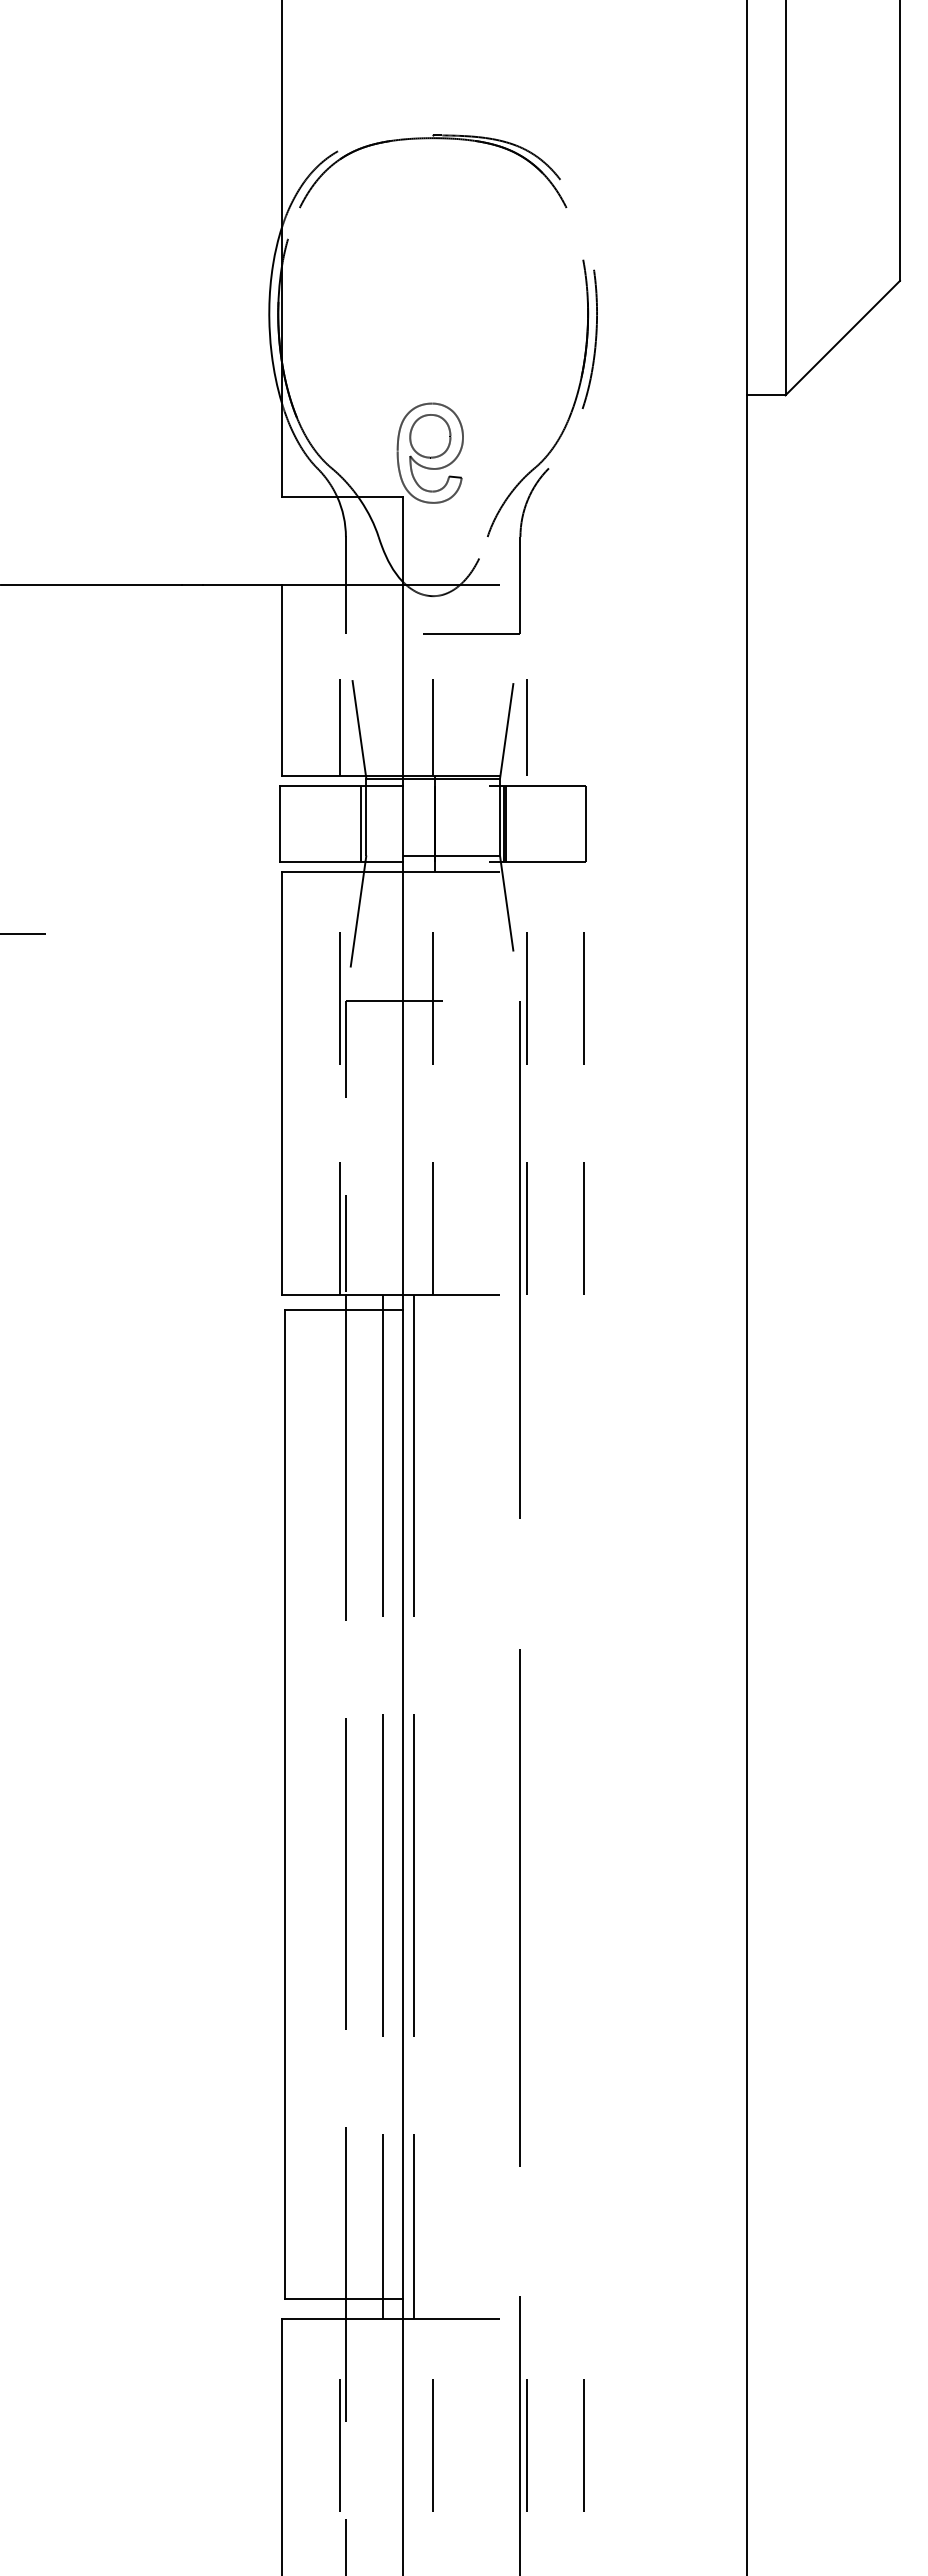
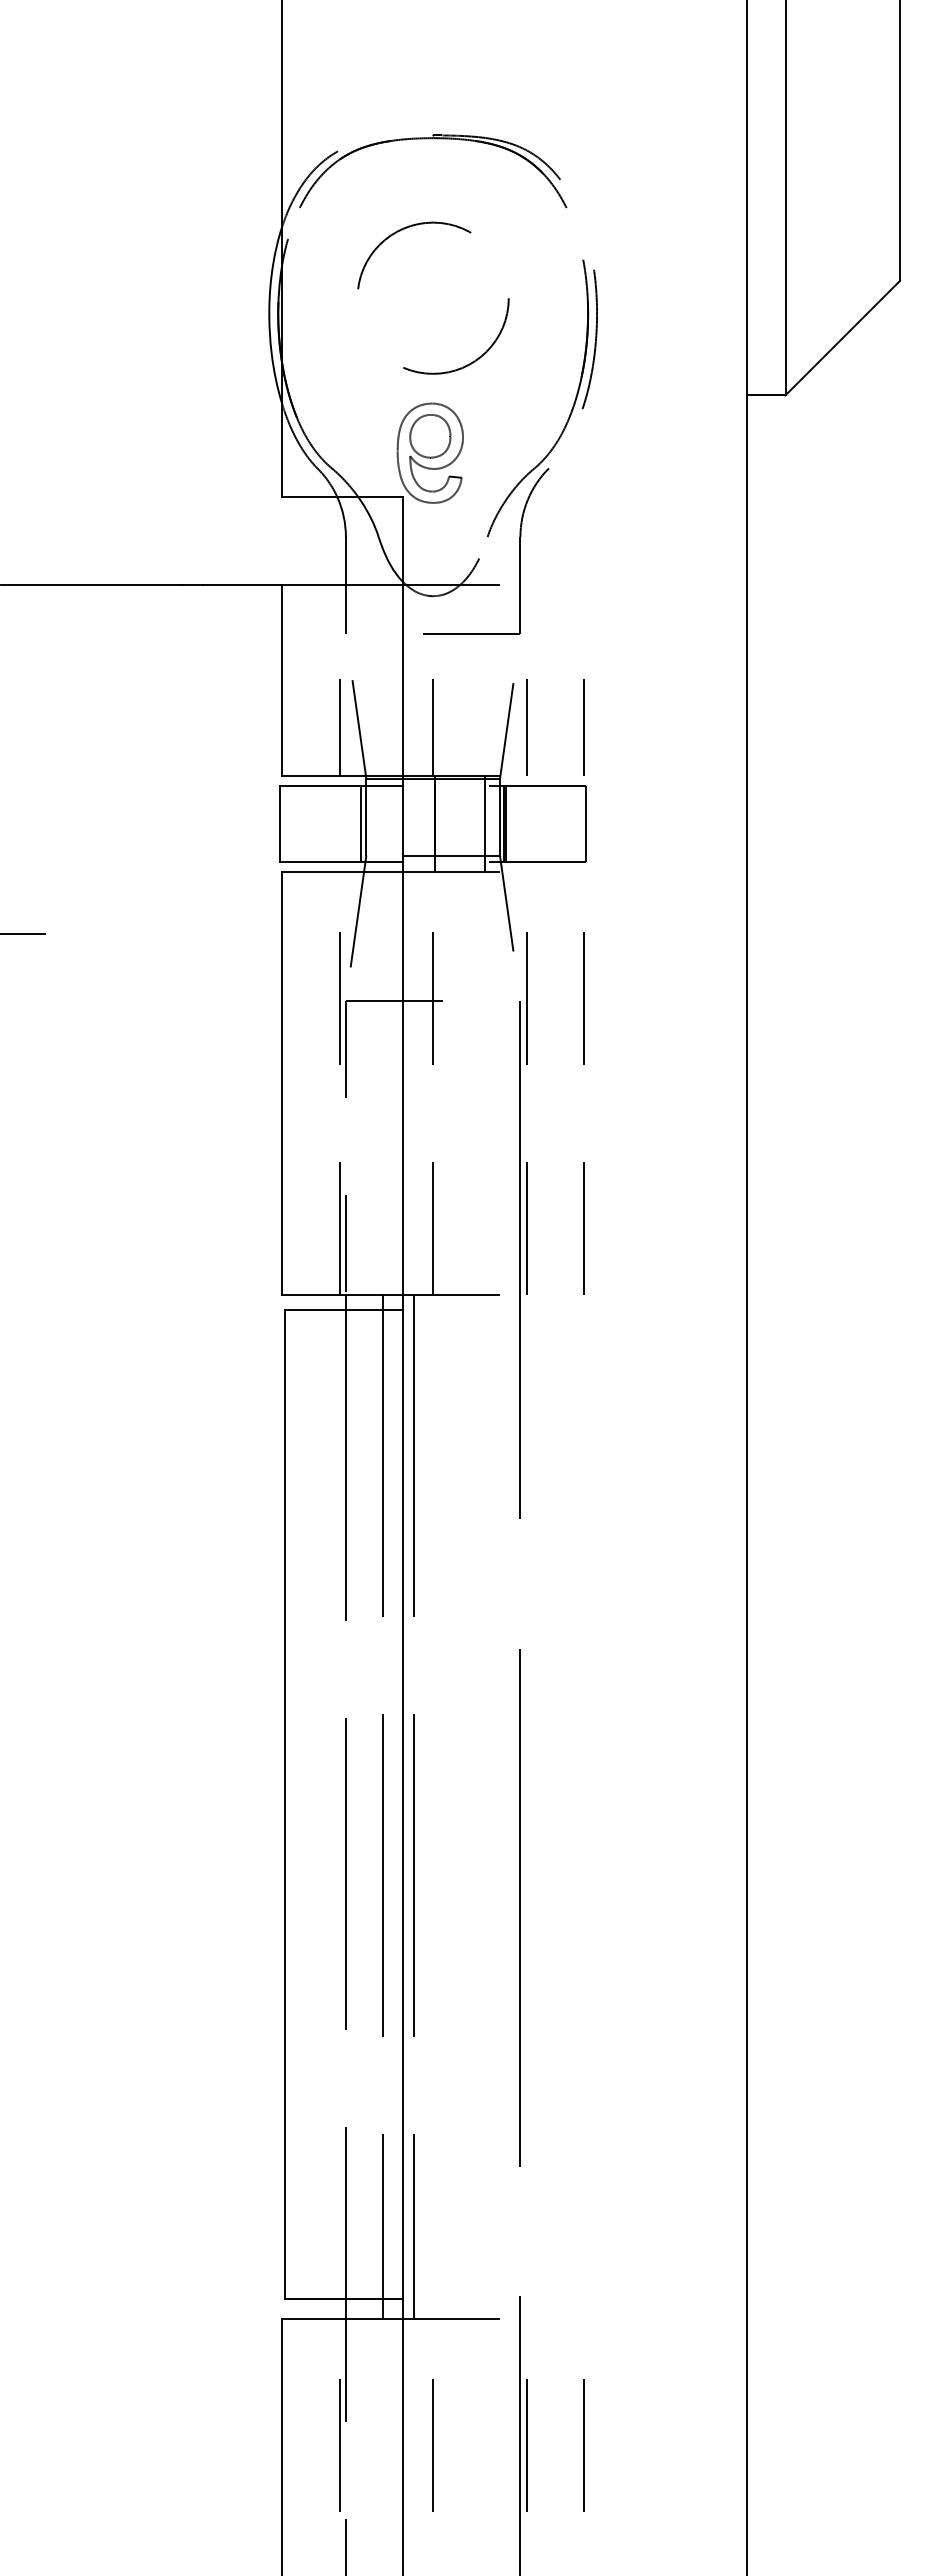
circle at (433, 297): none -> present
line at (583, 727): none -> present
line at (485, 823): none -> present
